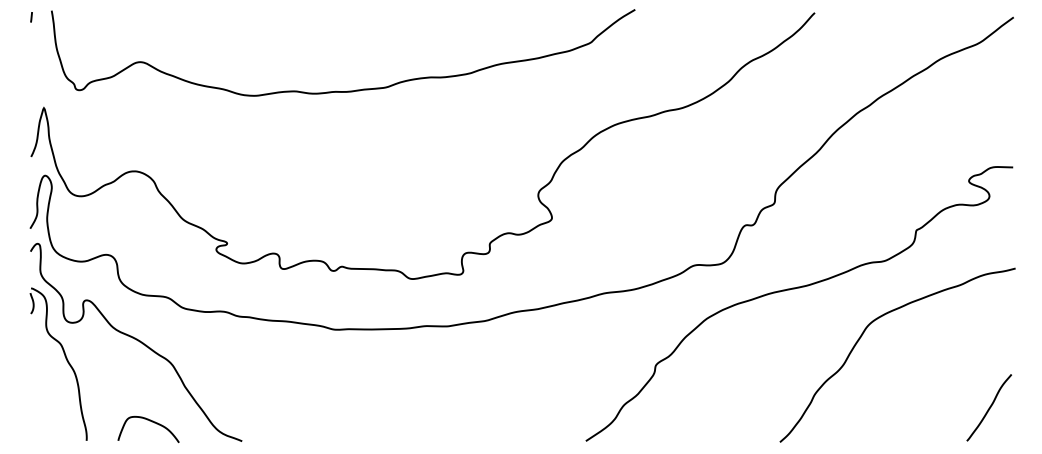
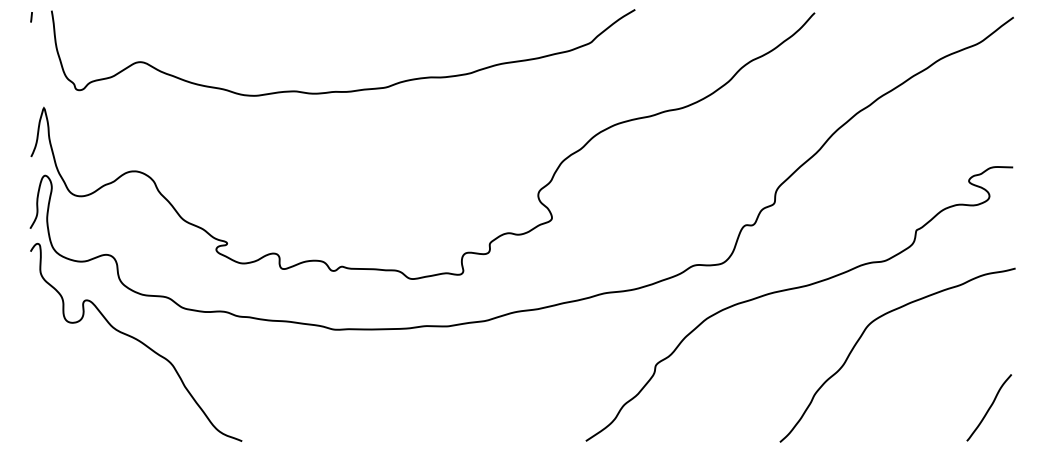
part at (66, 360): present -> none
curve at (149, 421): present -> none
